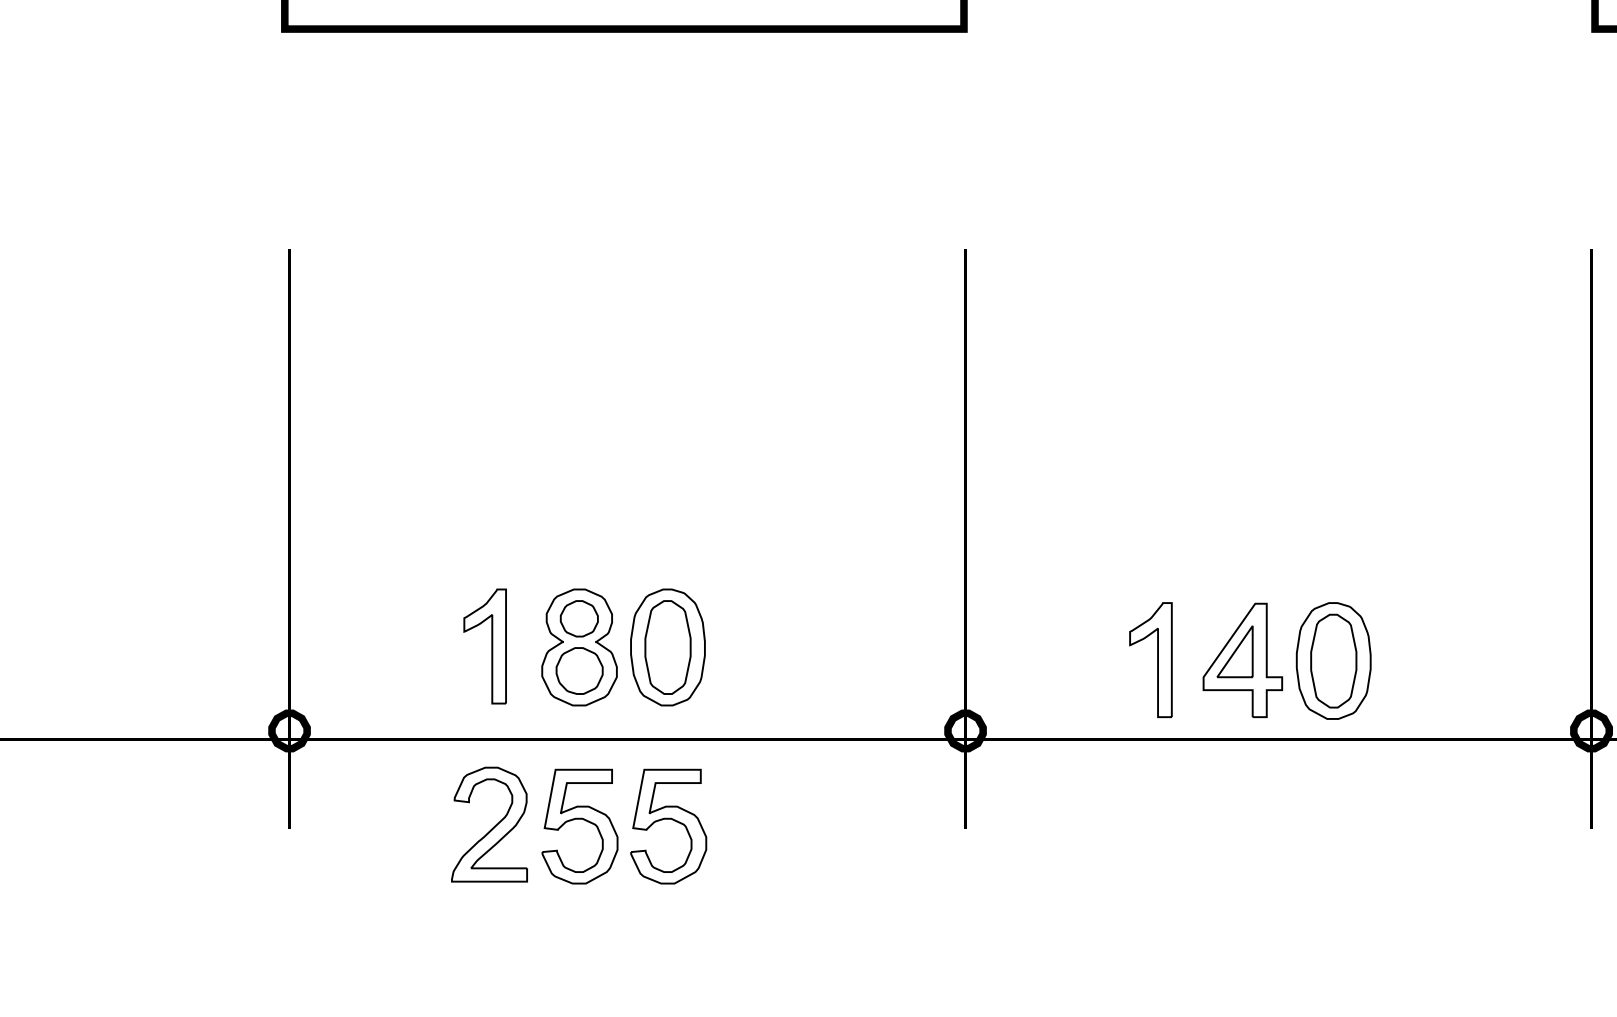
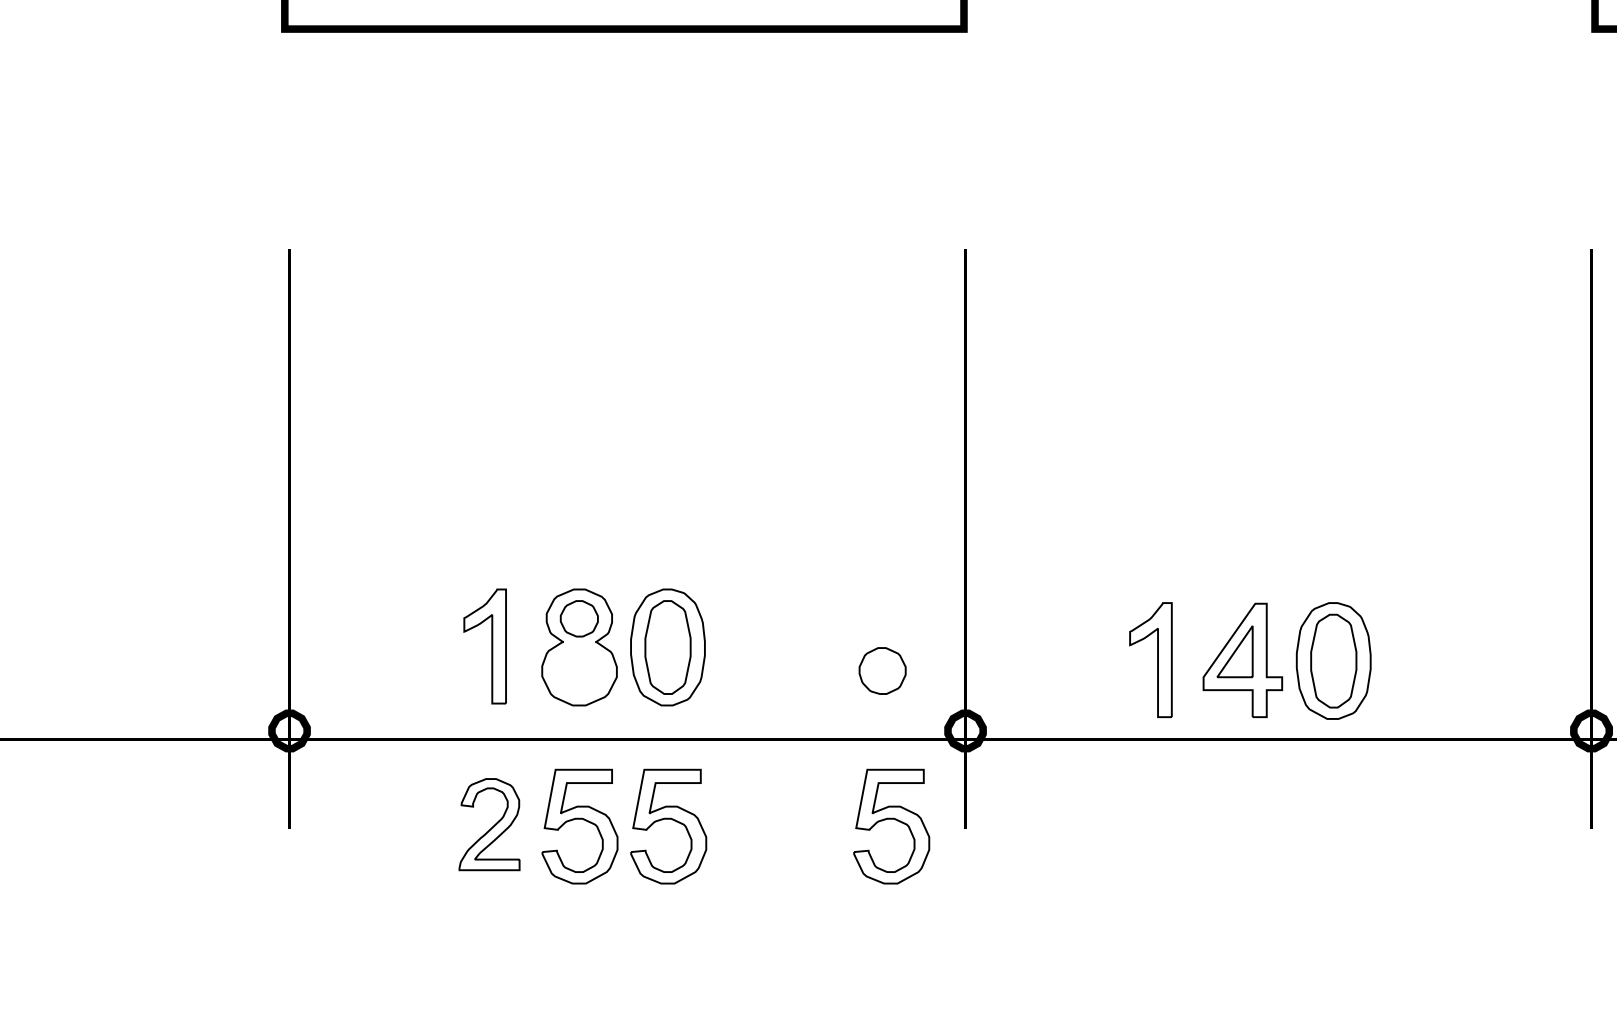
part at (579, 670) position: (579, 670) -> (882, 670)
part at (891, 819): none -> present
part at (489, 824) size: 77x117 px -> 63x94 px
